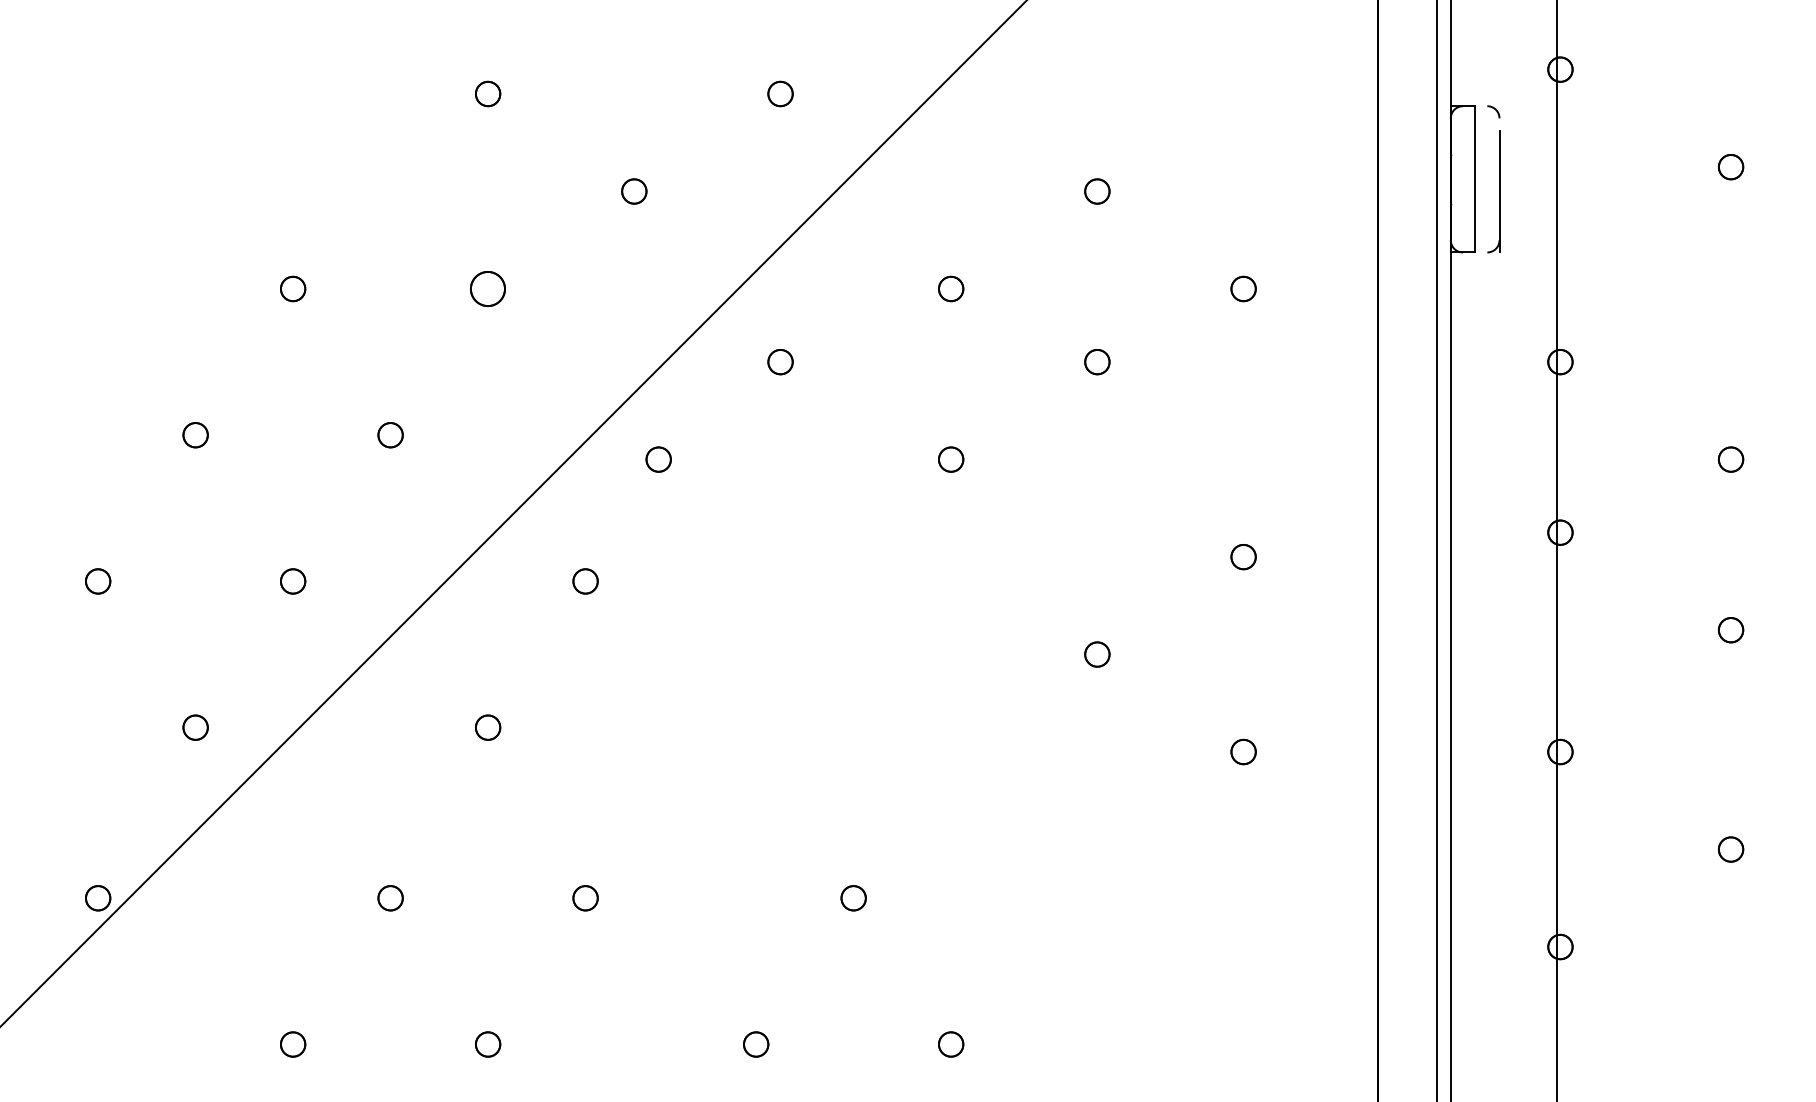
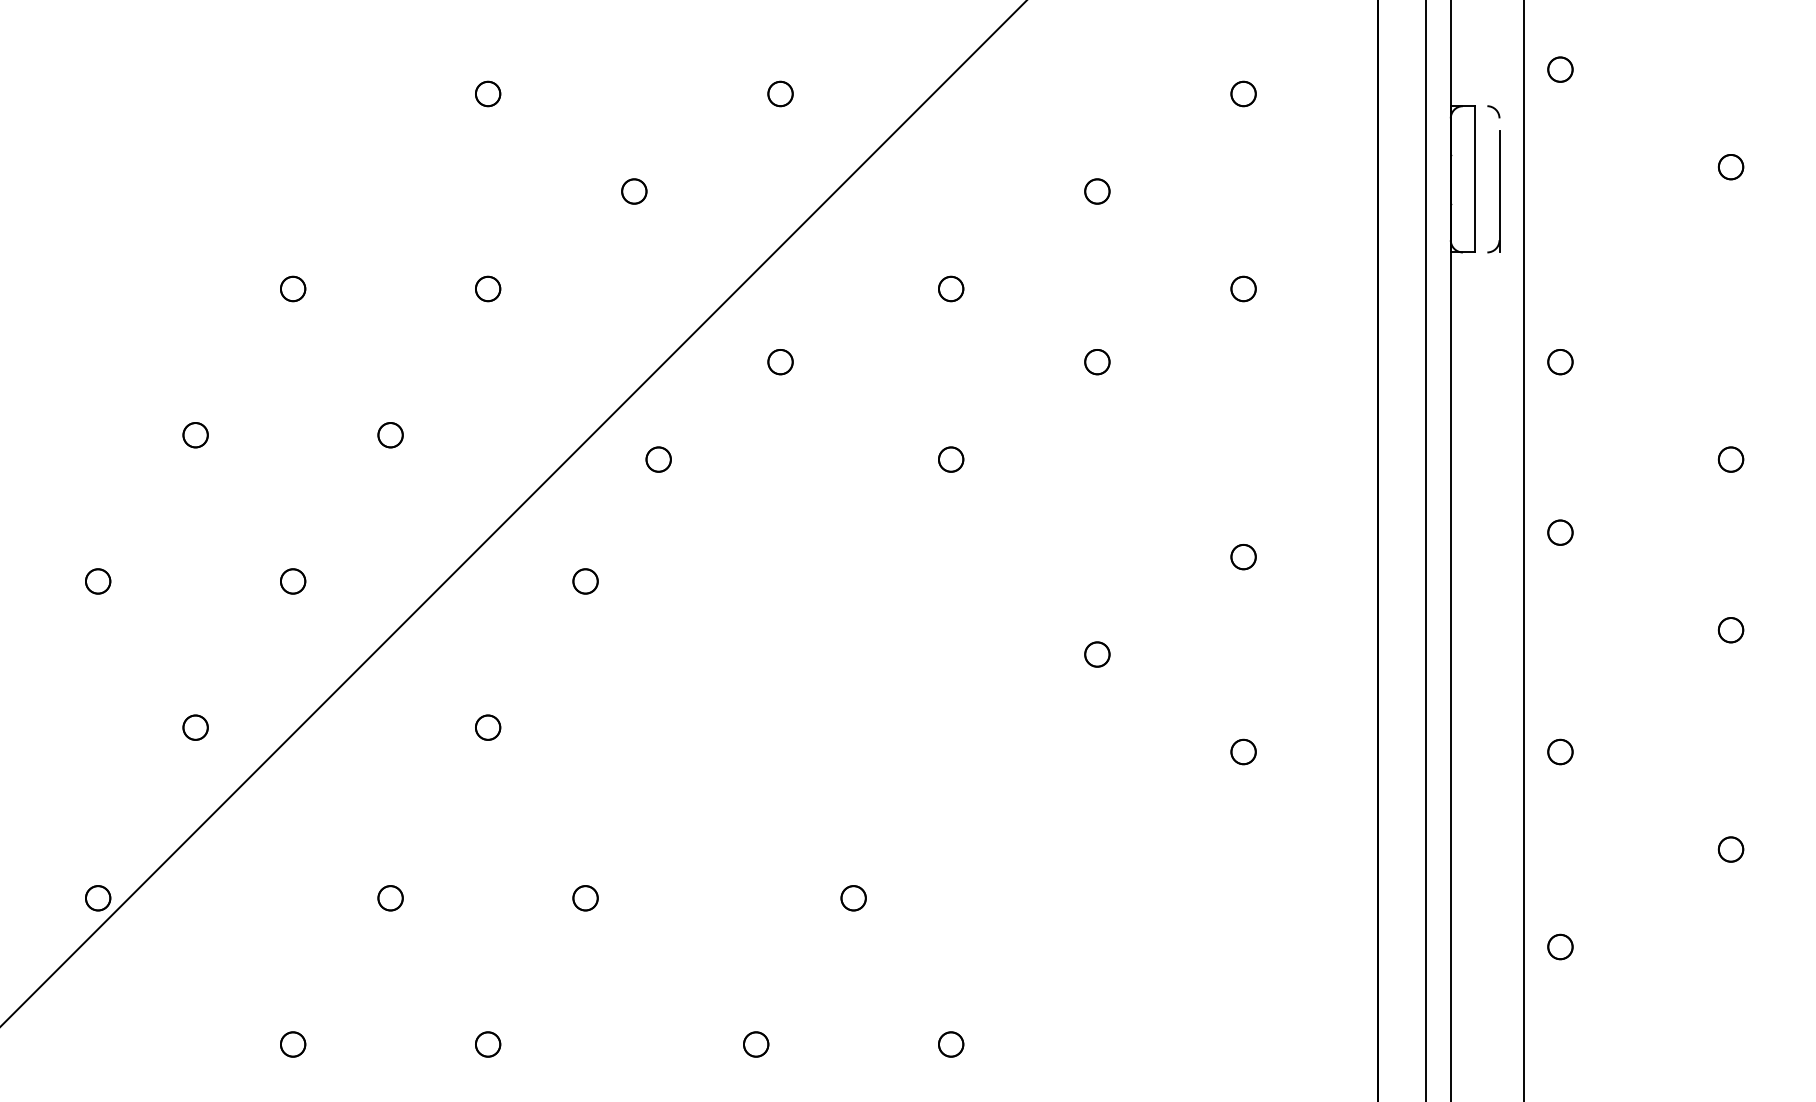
part at (1243, 93): none -> present
part at (487, 288) size: 36x36 px -> 27x28 px
line at (1437, 550) position: (1437, 550) -> (1426, 550)
line at (1556, 550) position: (1556, 550) -> (1523, 550)
